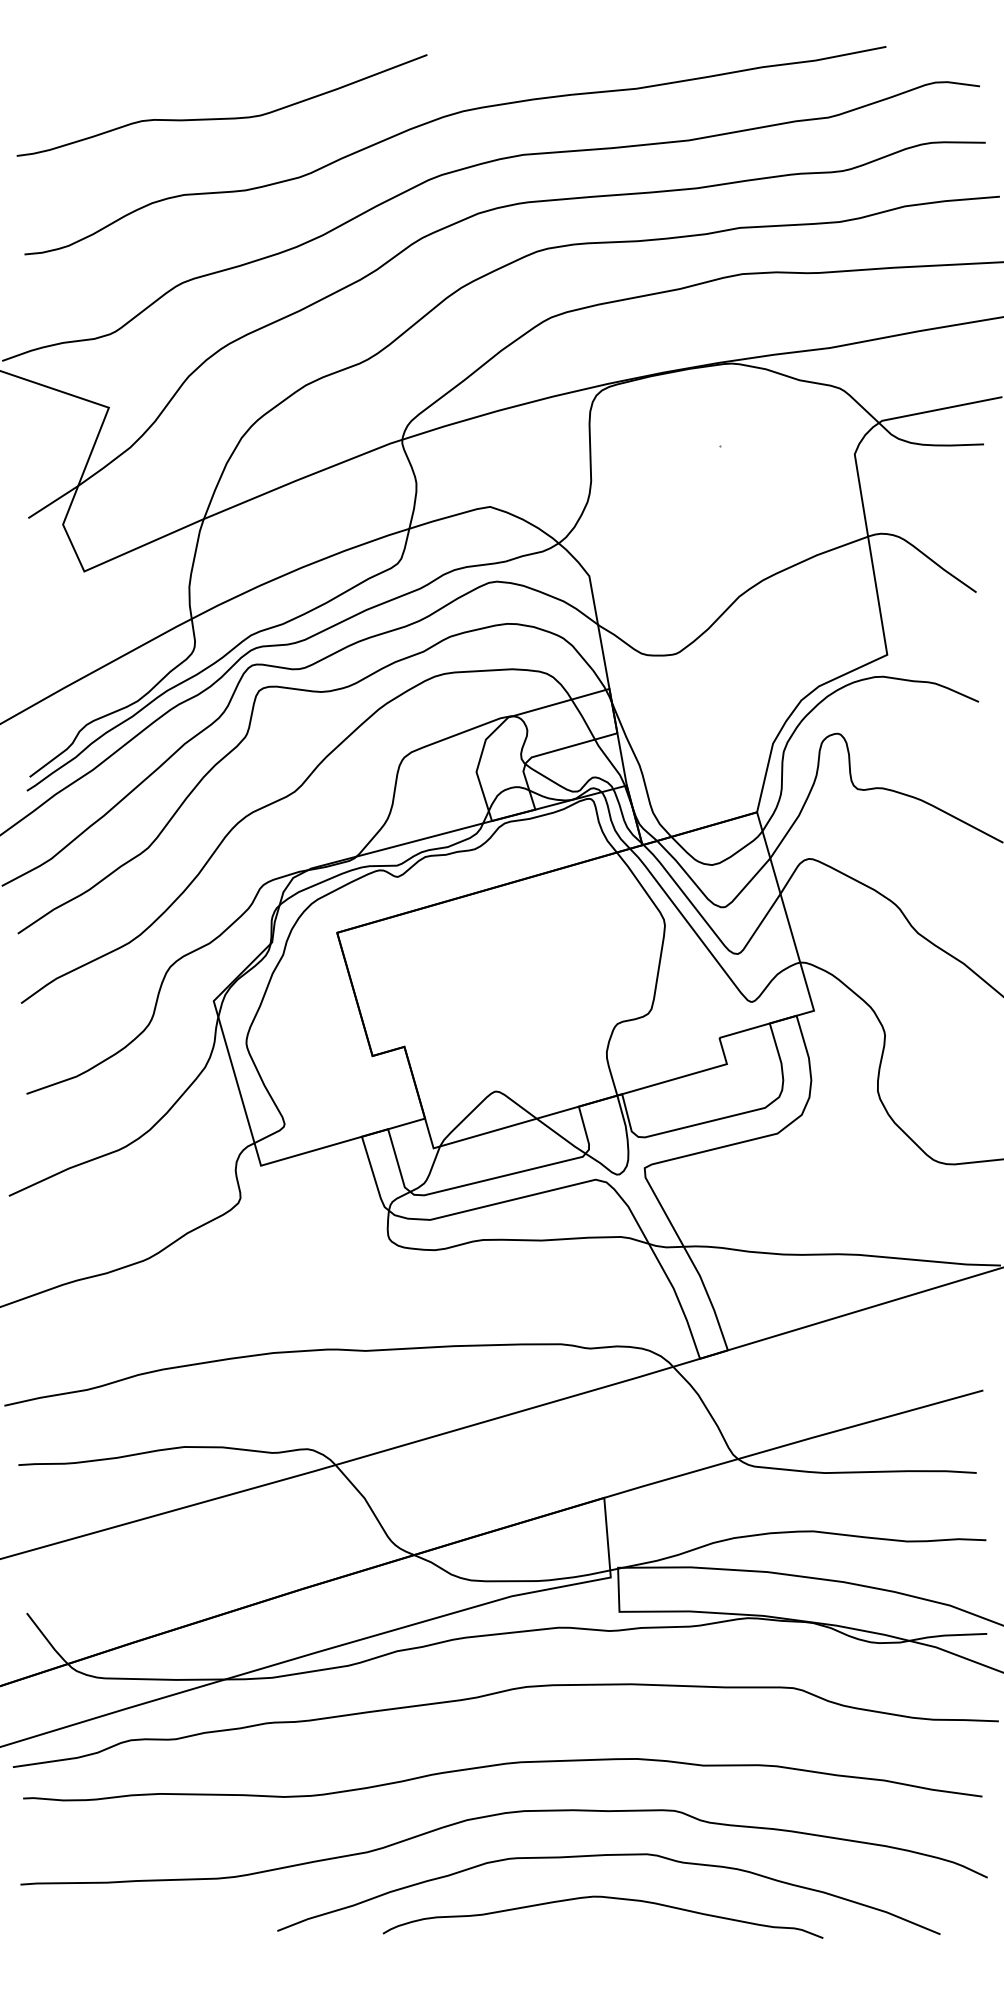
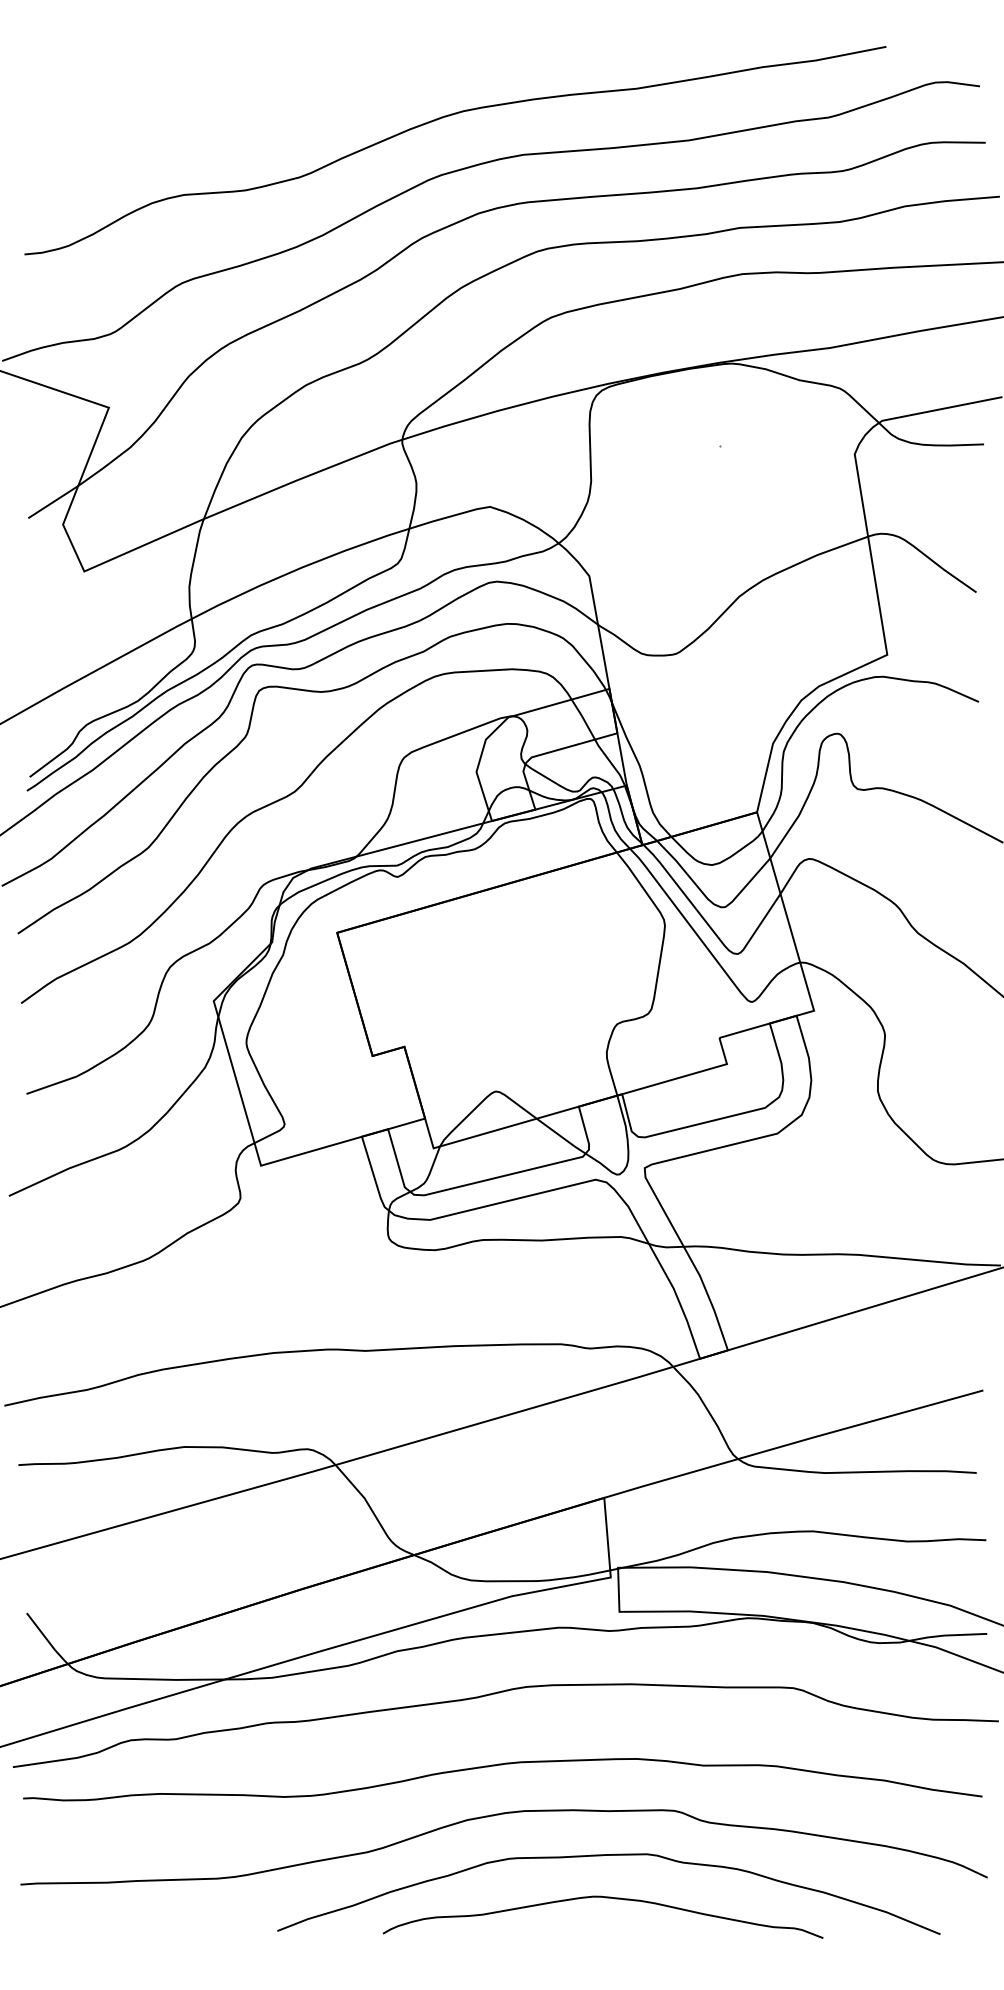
curve at (225, 117): present -> none
